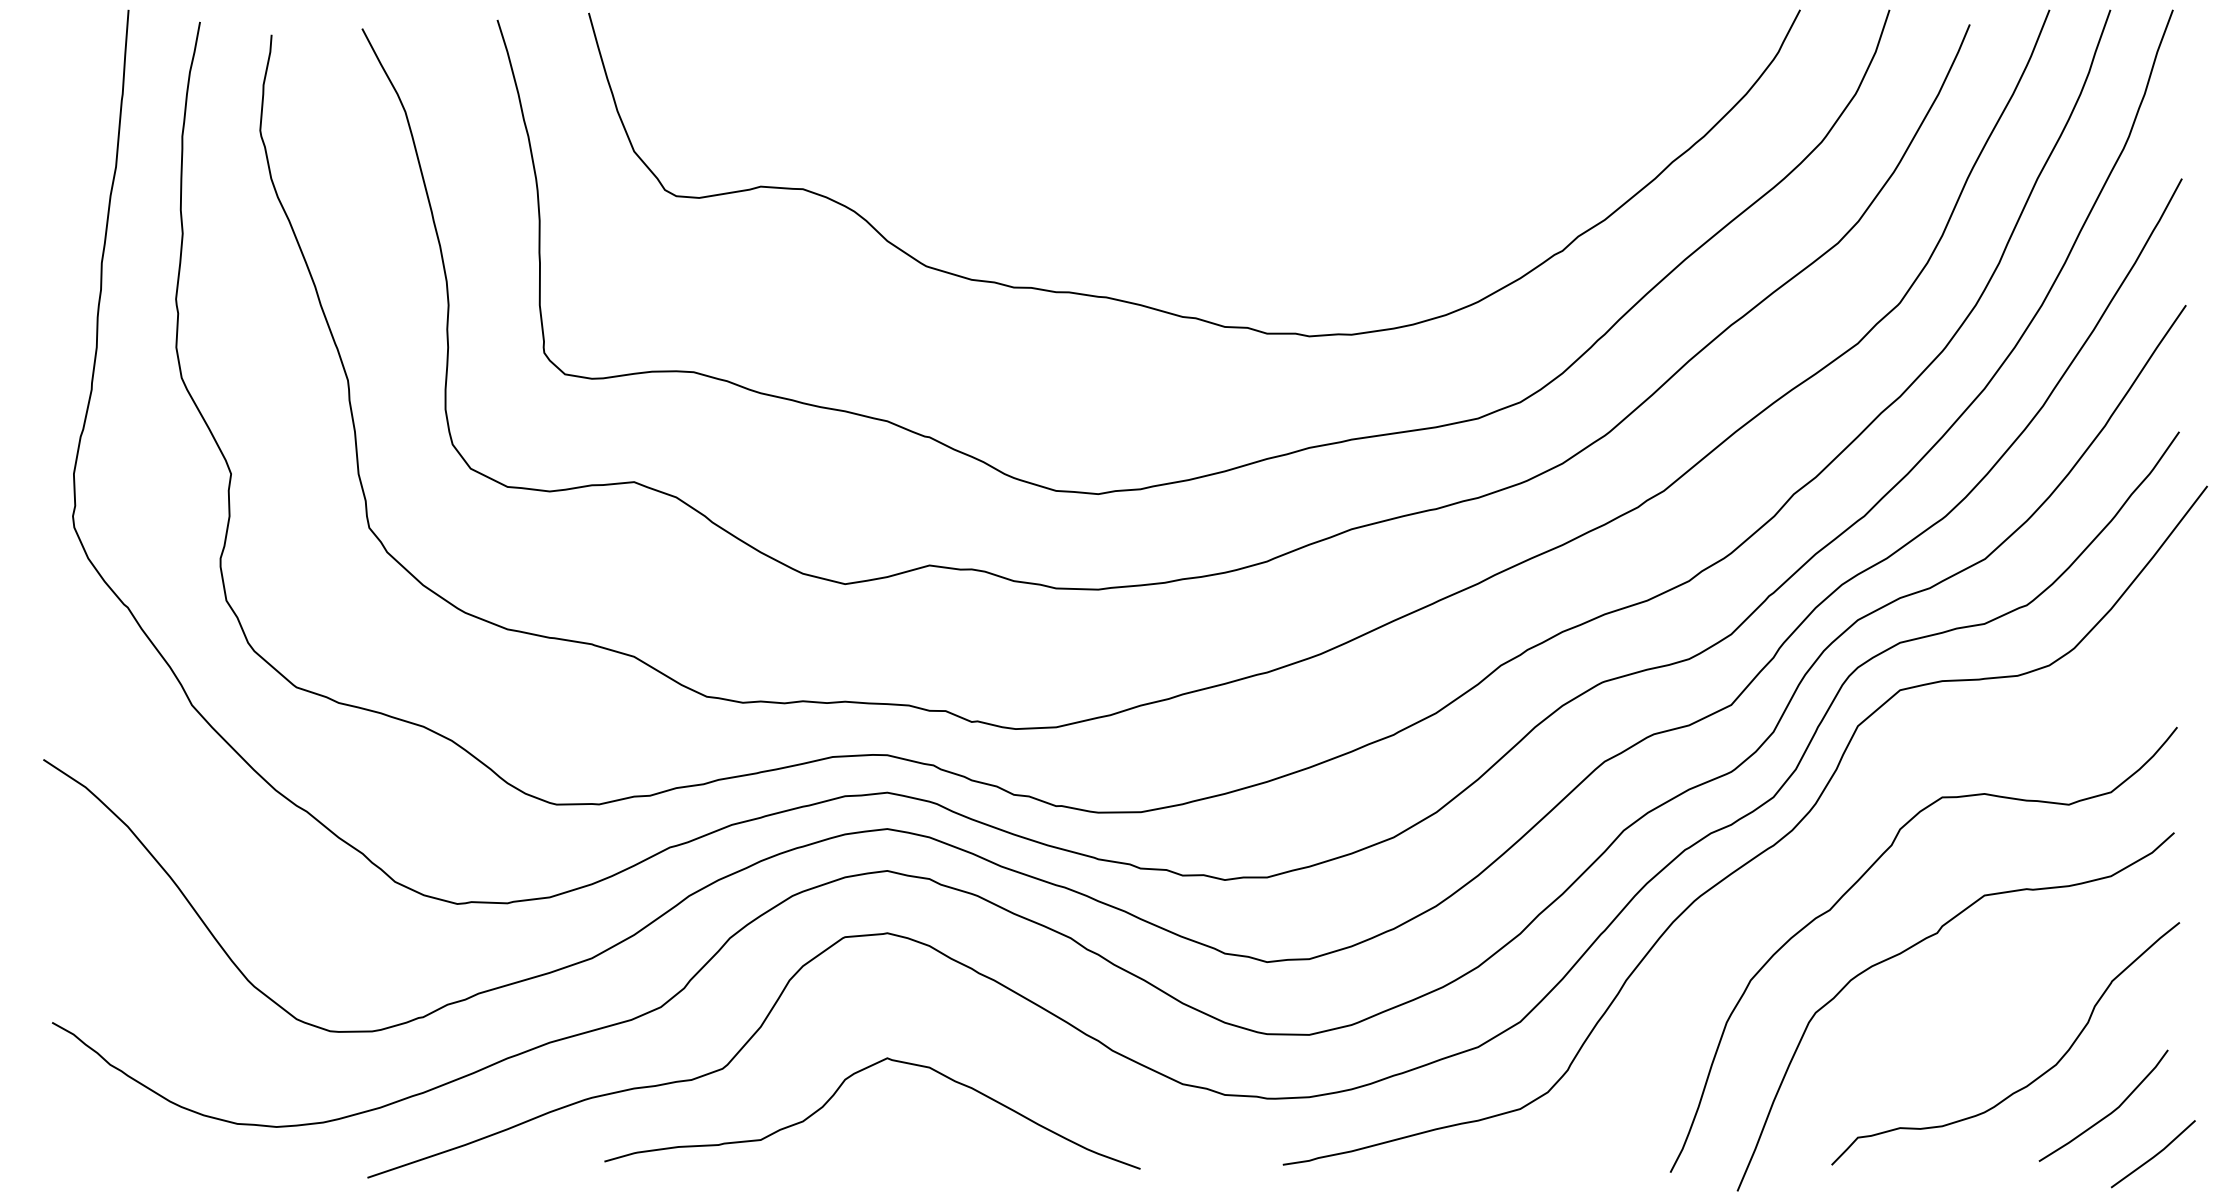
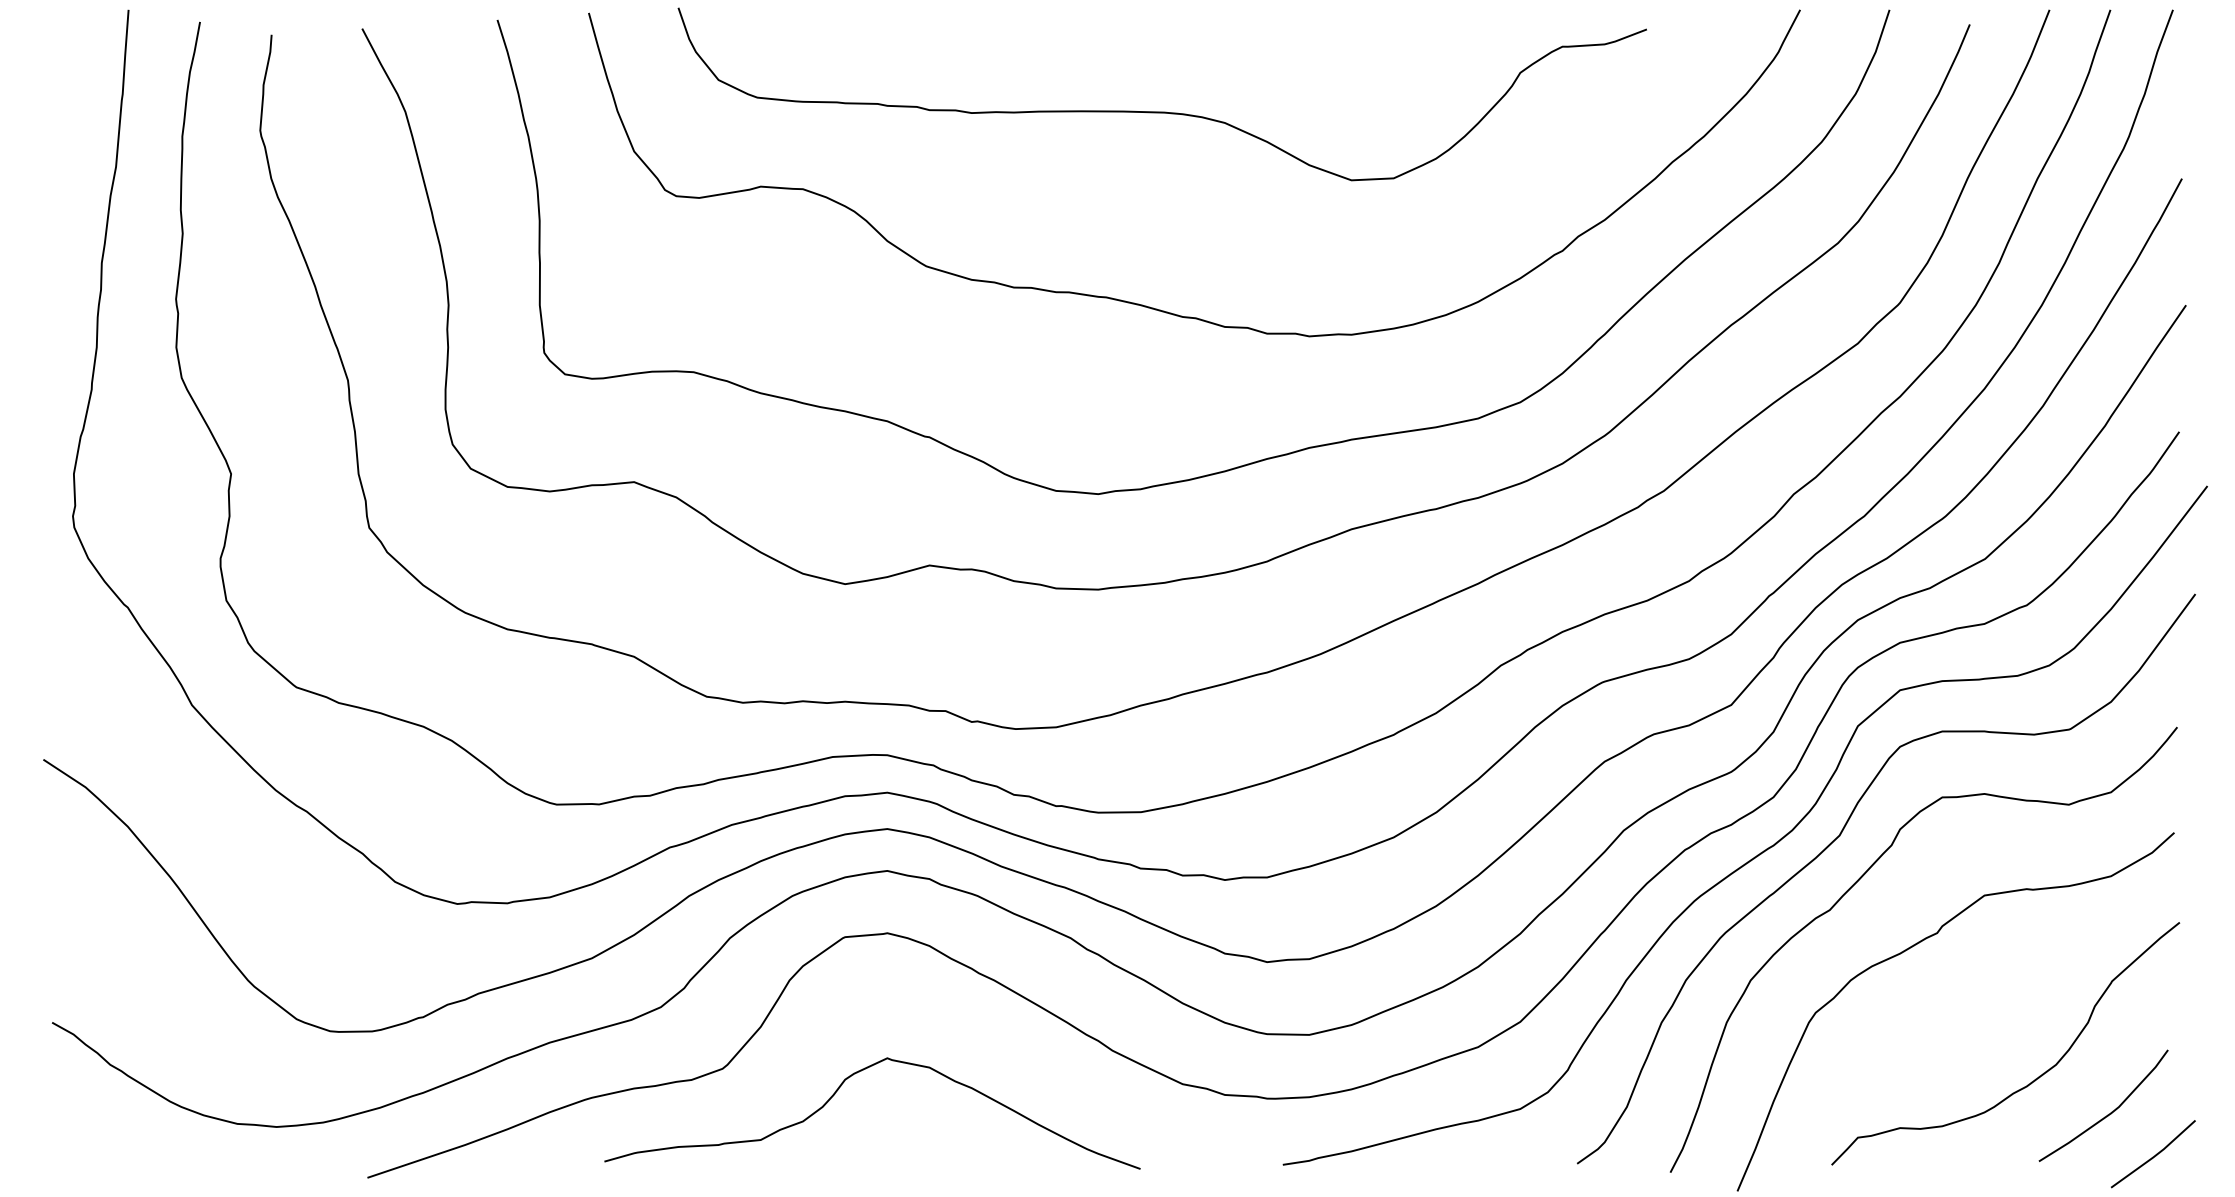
curve at (1161, 111): none -> present
curve at (1840, 836): none -> present
